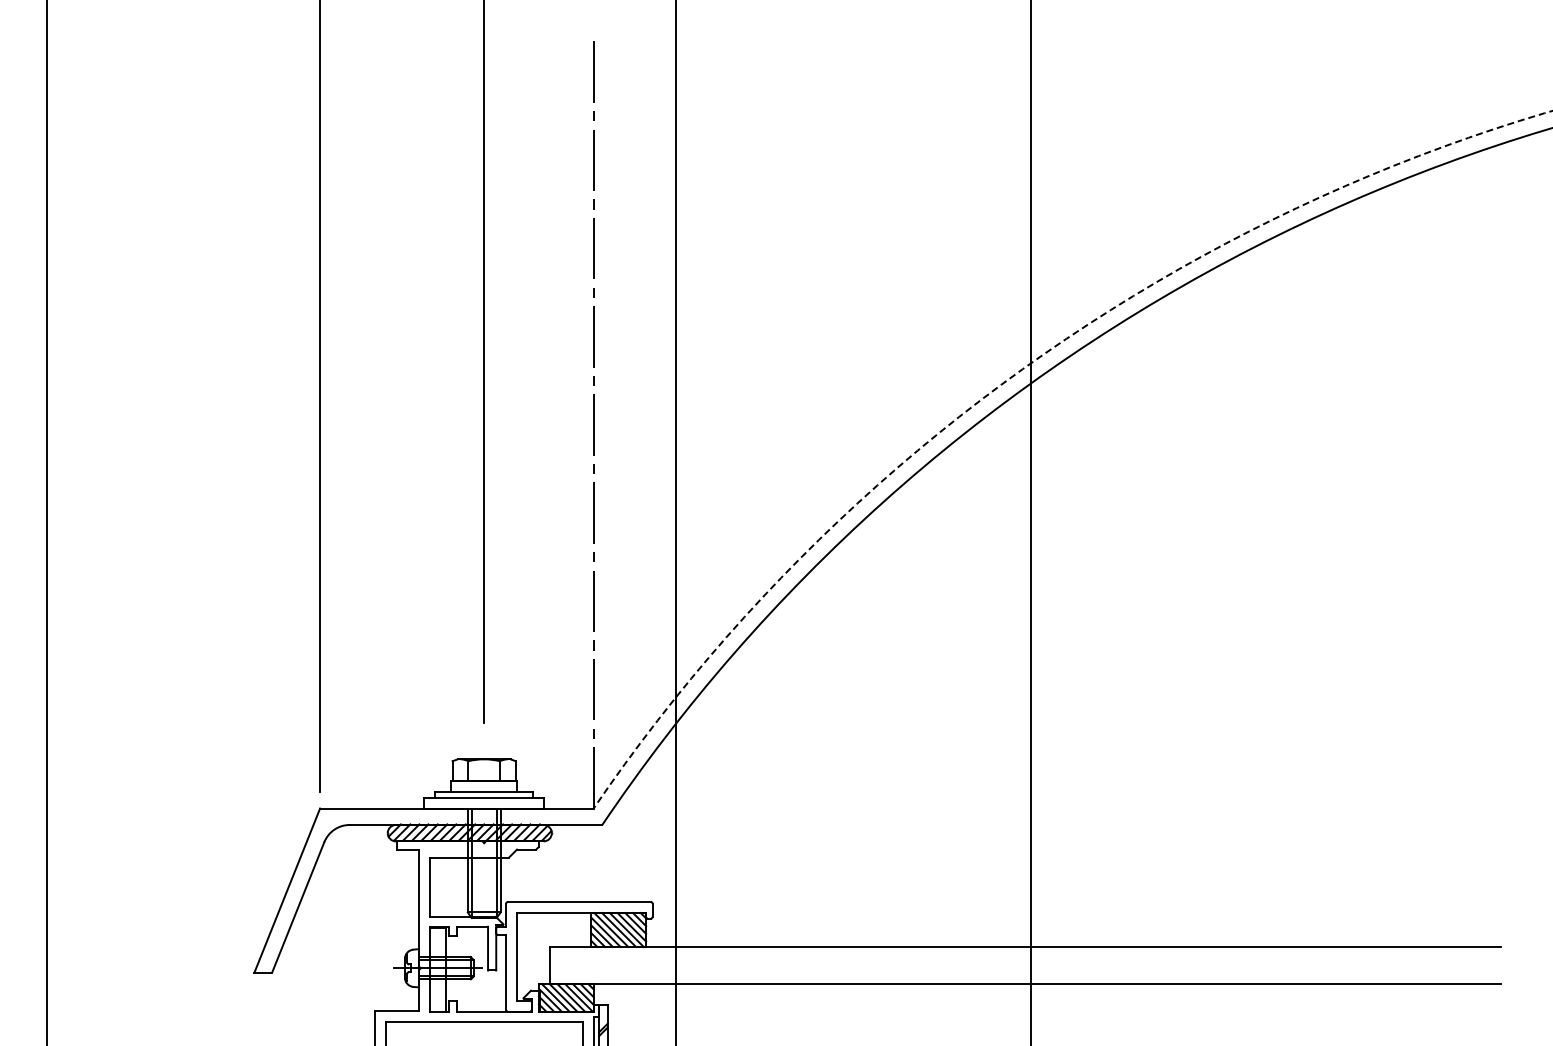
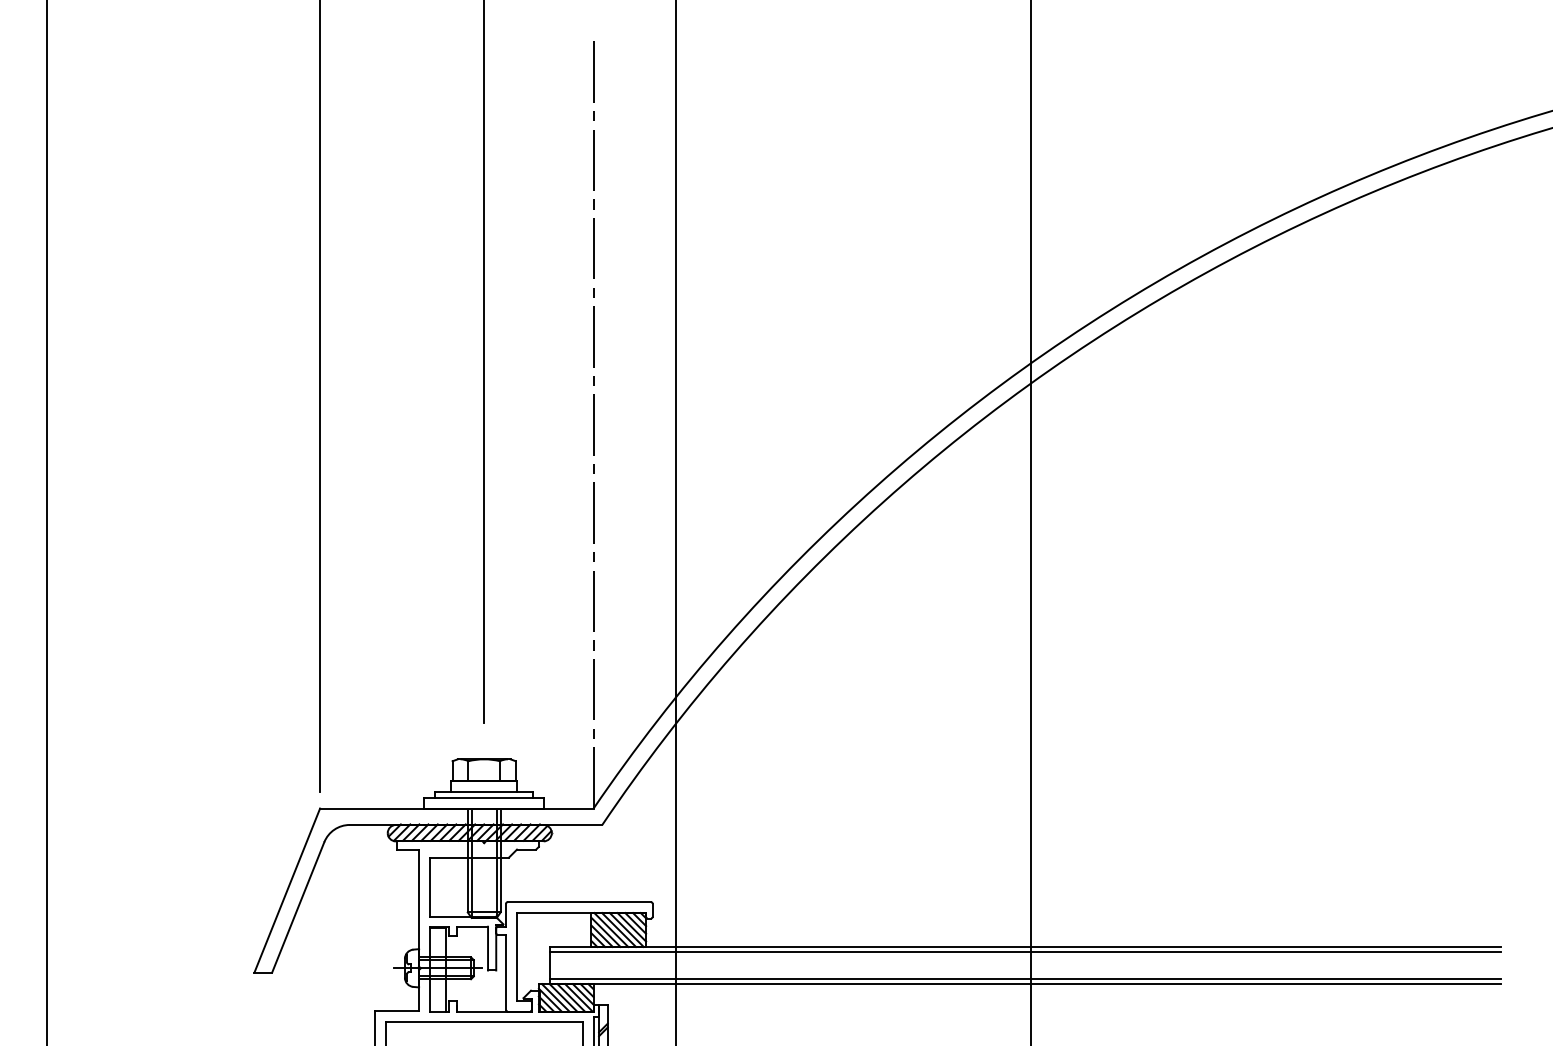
arc at (1010, 378): dashed -> solid
line at (1025, 952): none -> present
line at (1025, 978): none -> present
